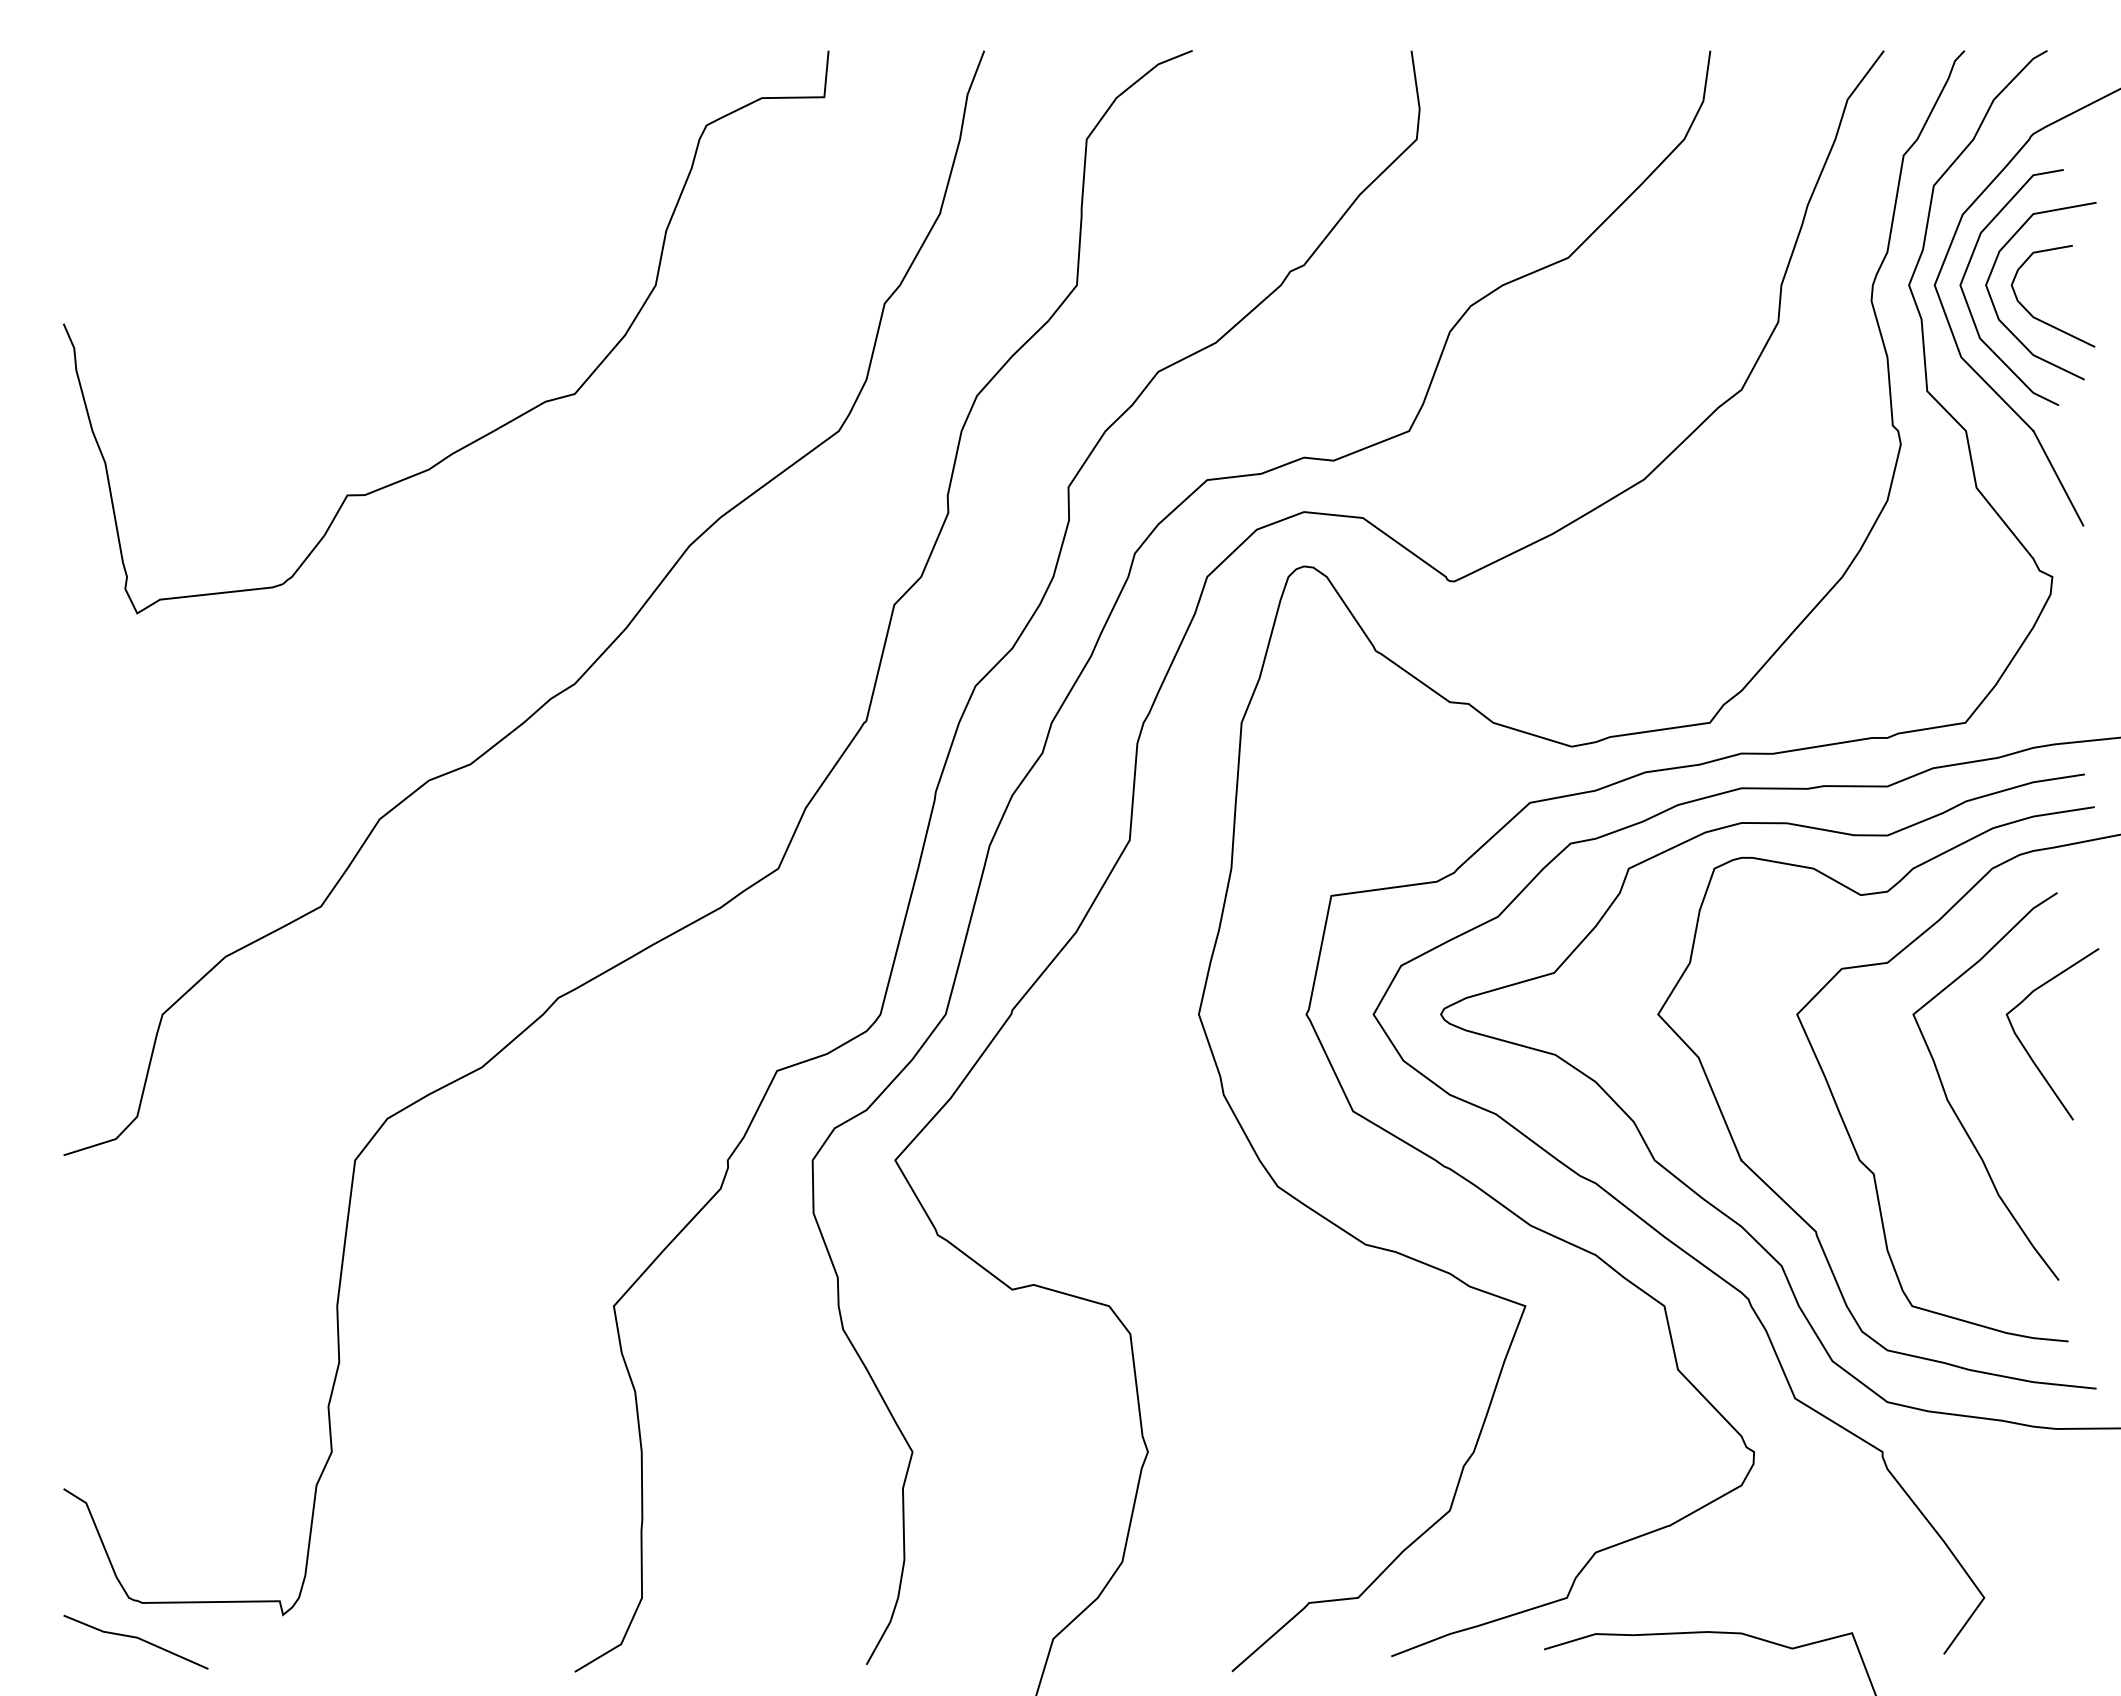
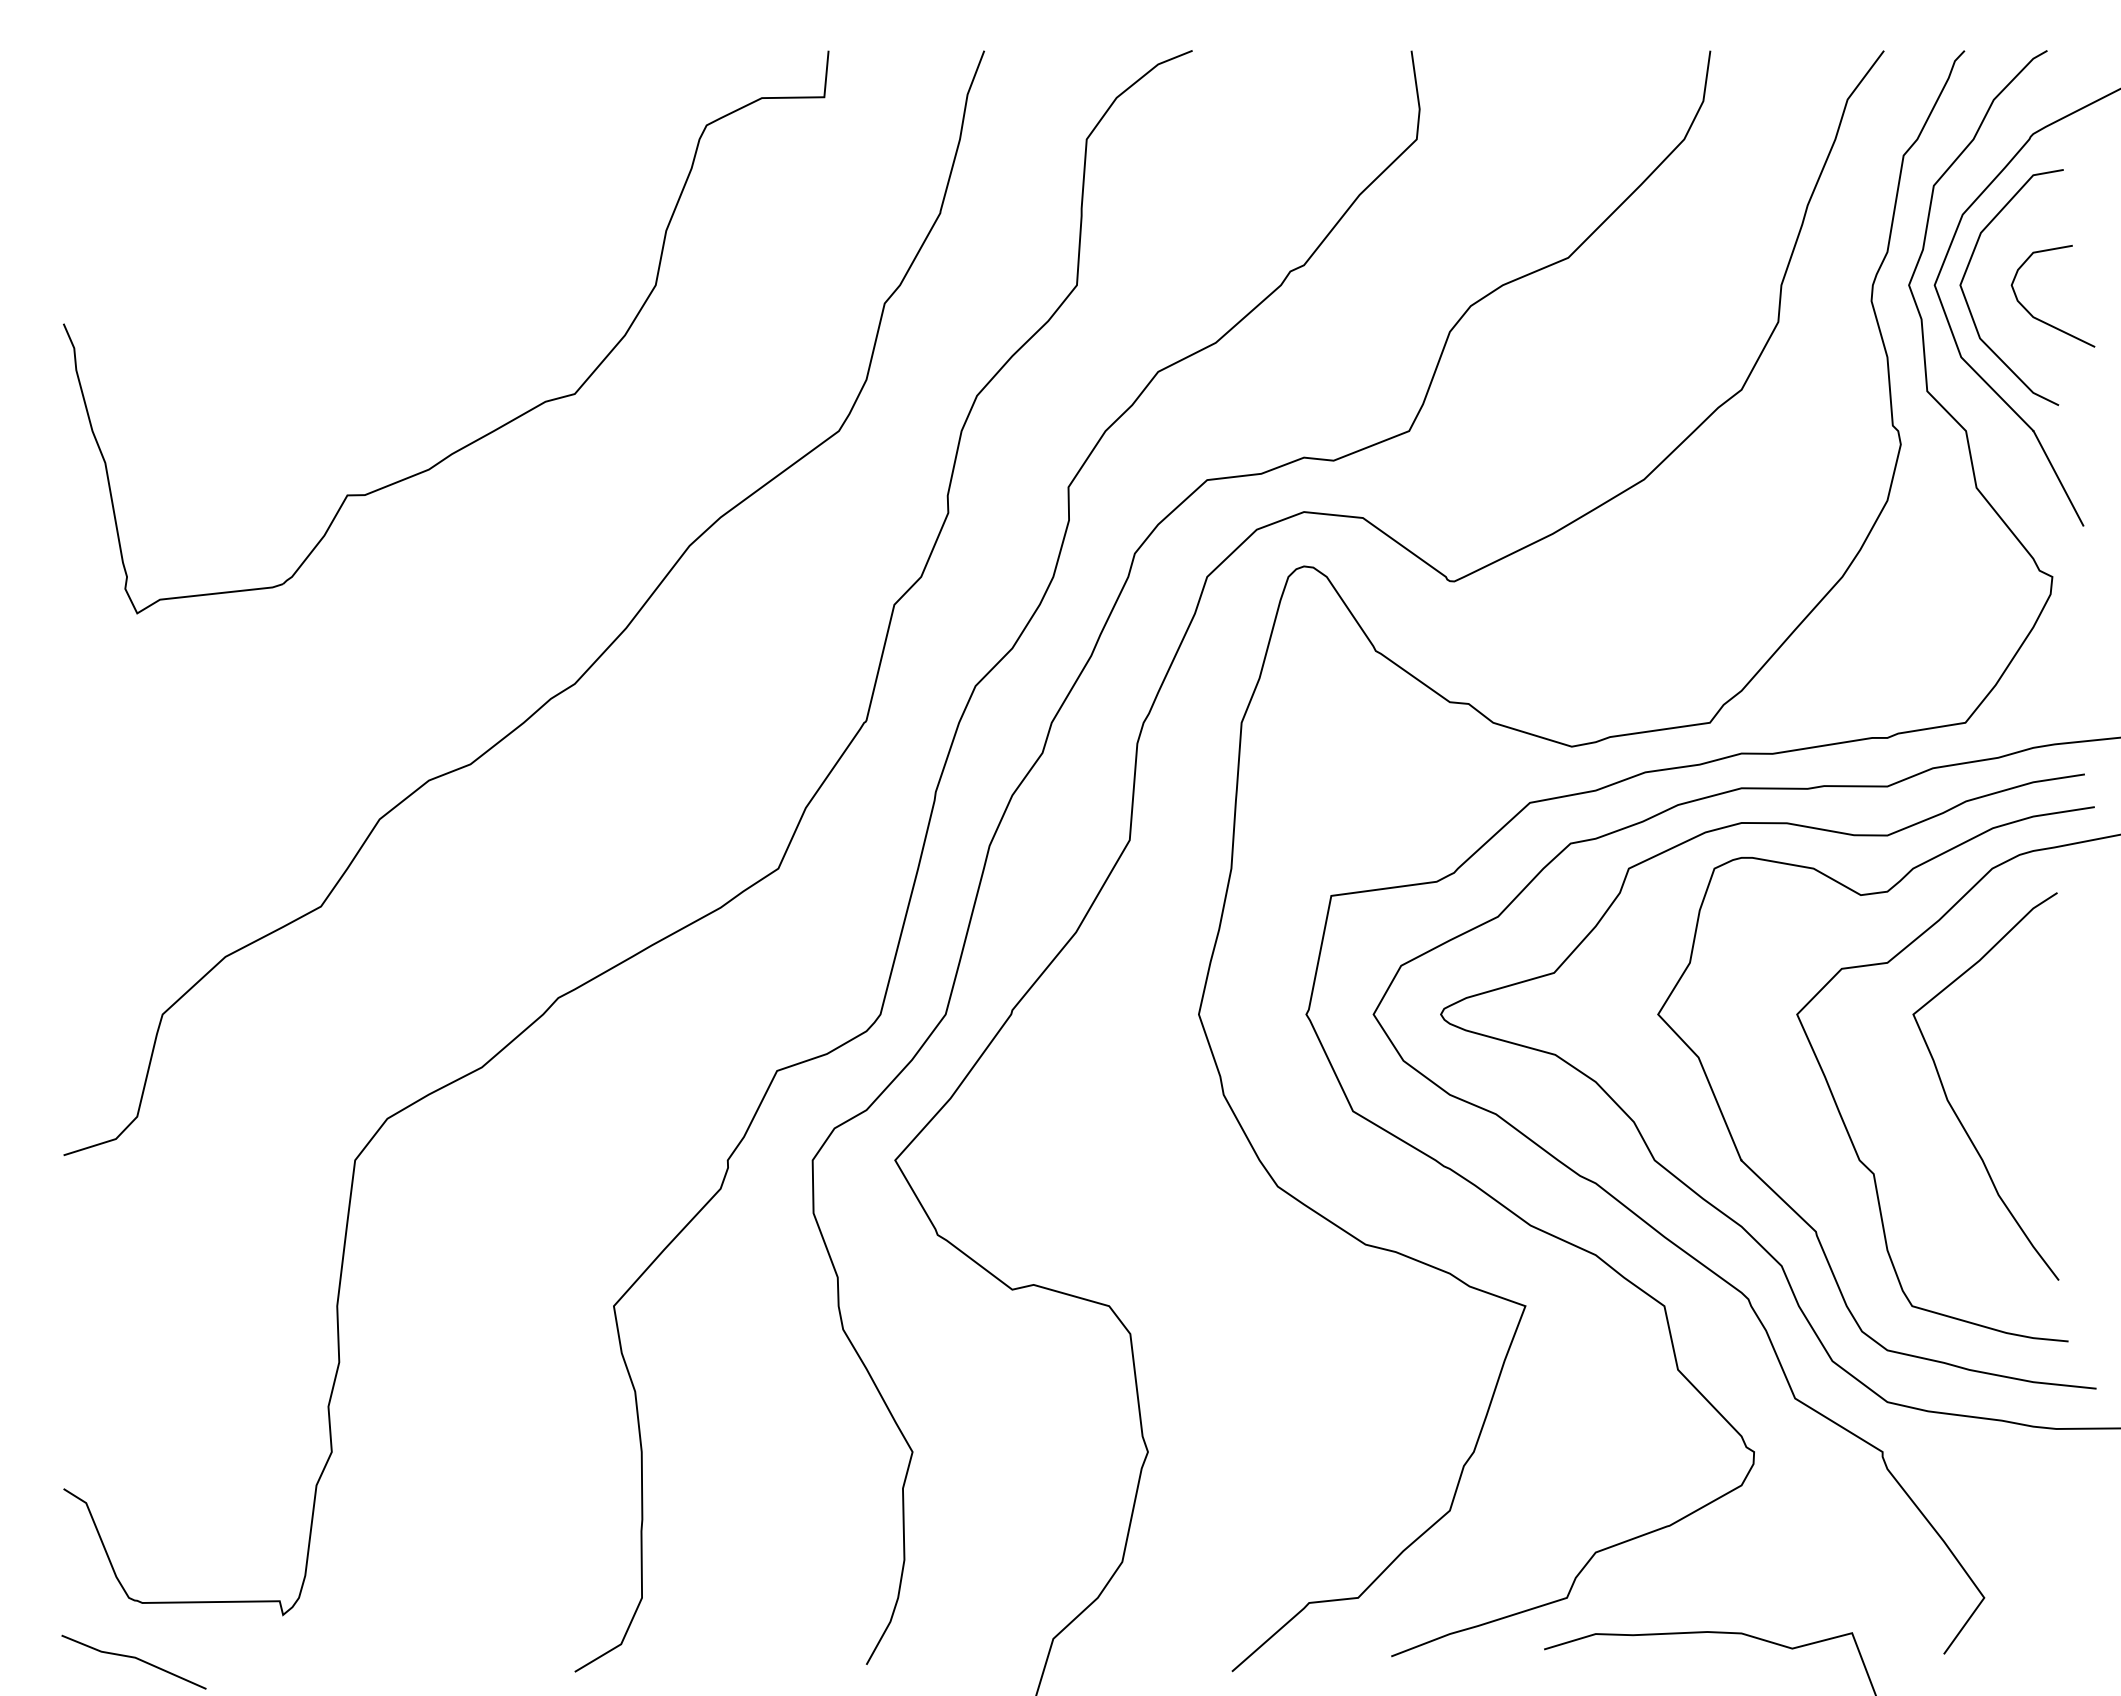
curve at (1996, 309): present -> none
curve at (2027, 1050): present -> none
line at (135, 1638) position: (135, 1638) -> (133, 1658)
